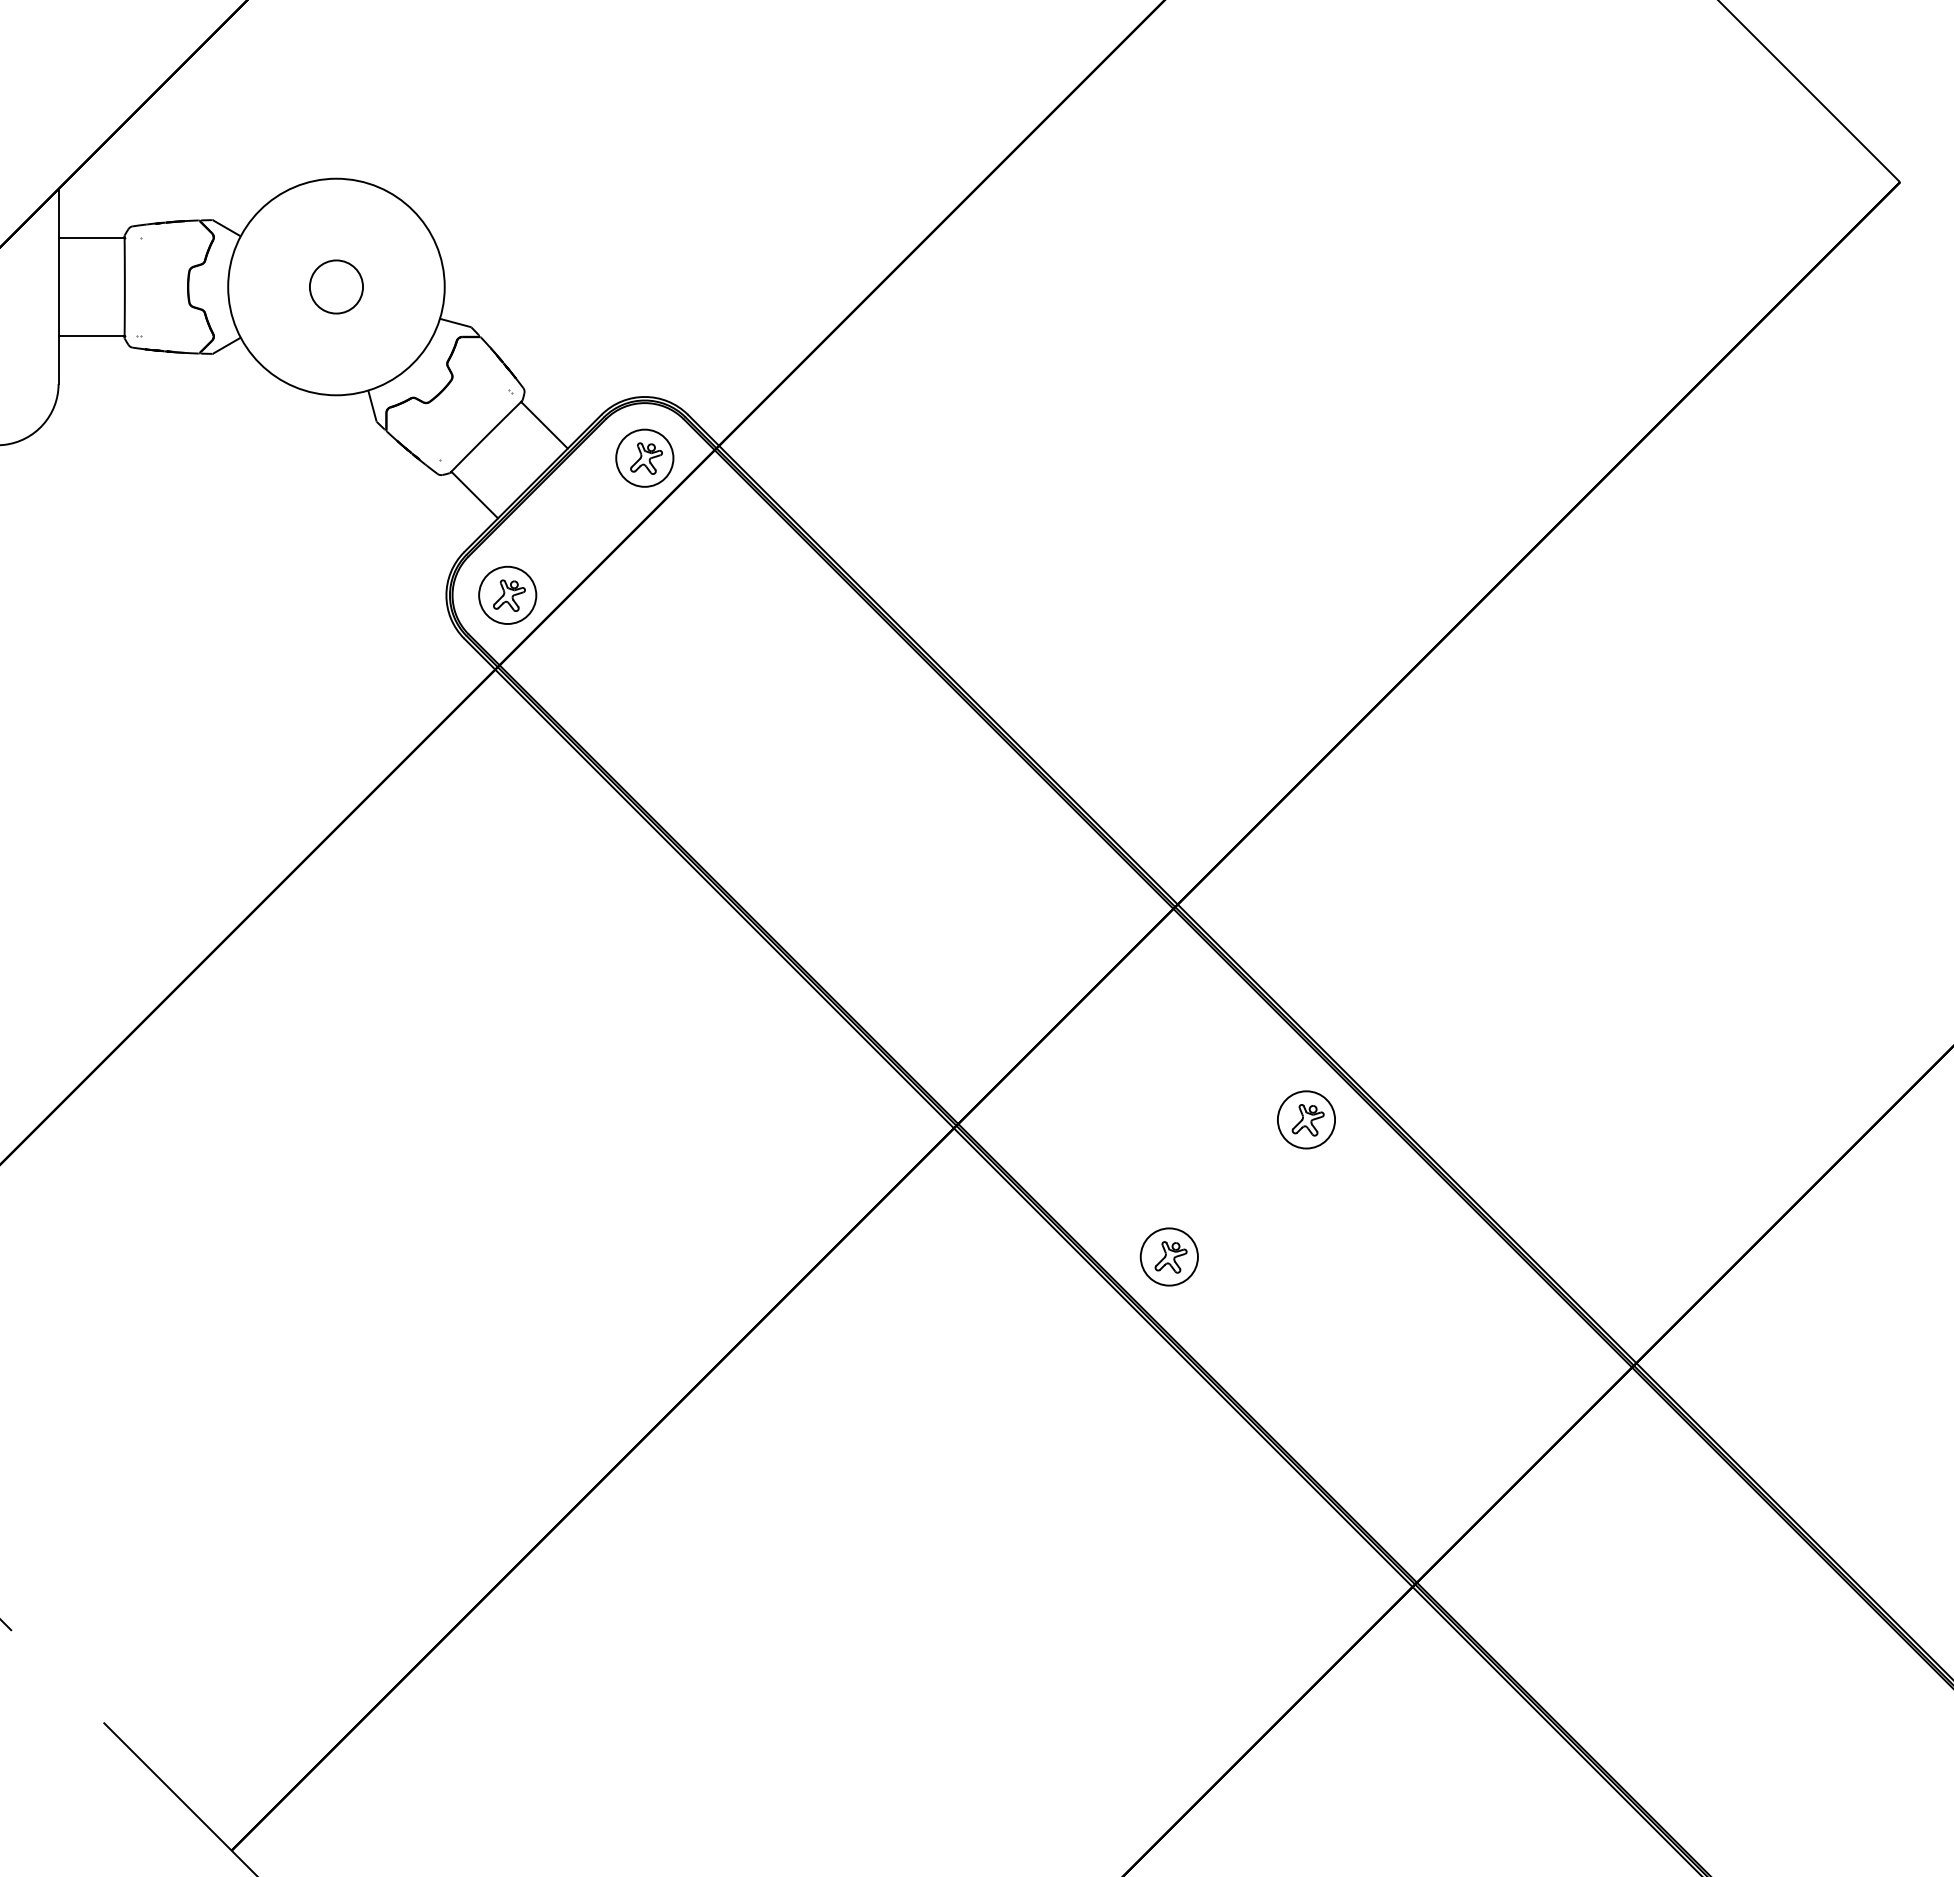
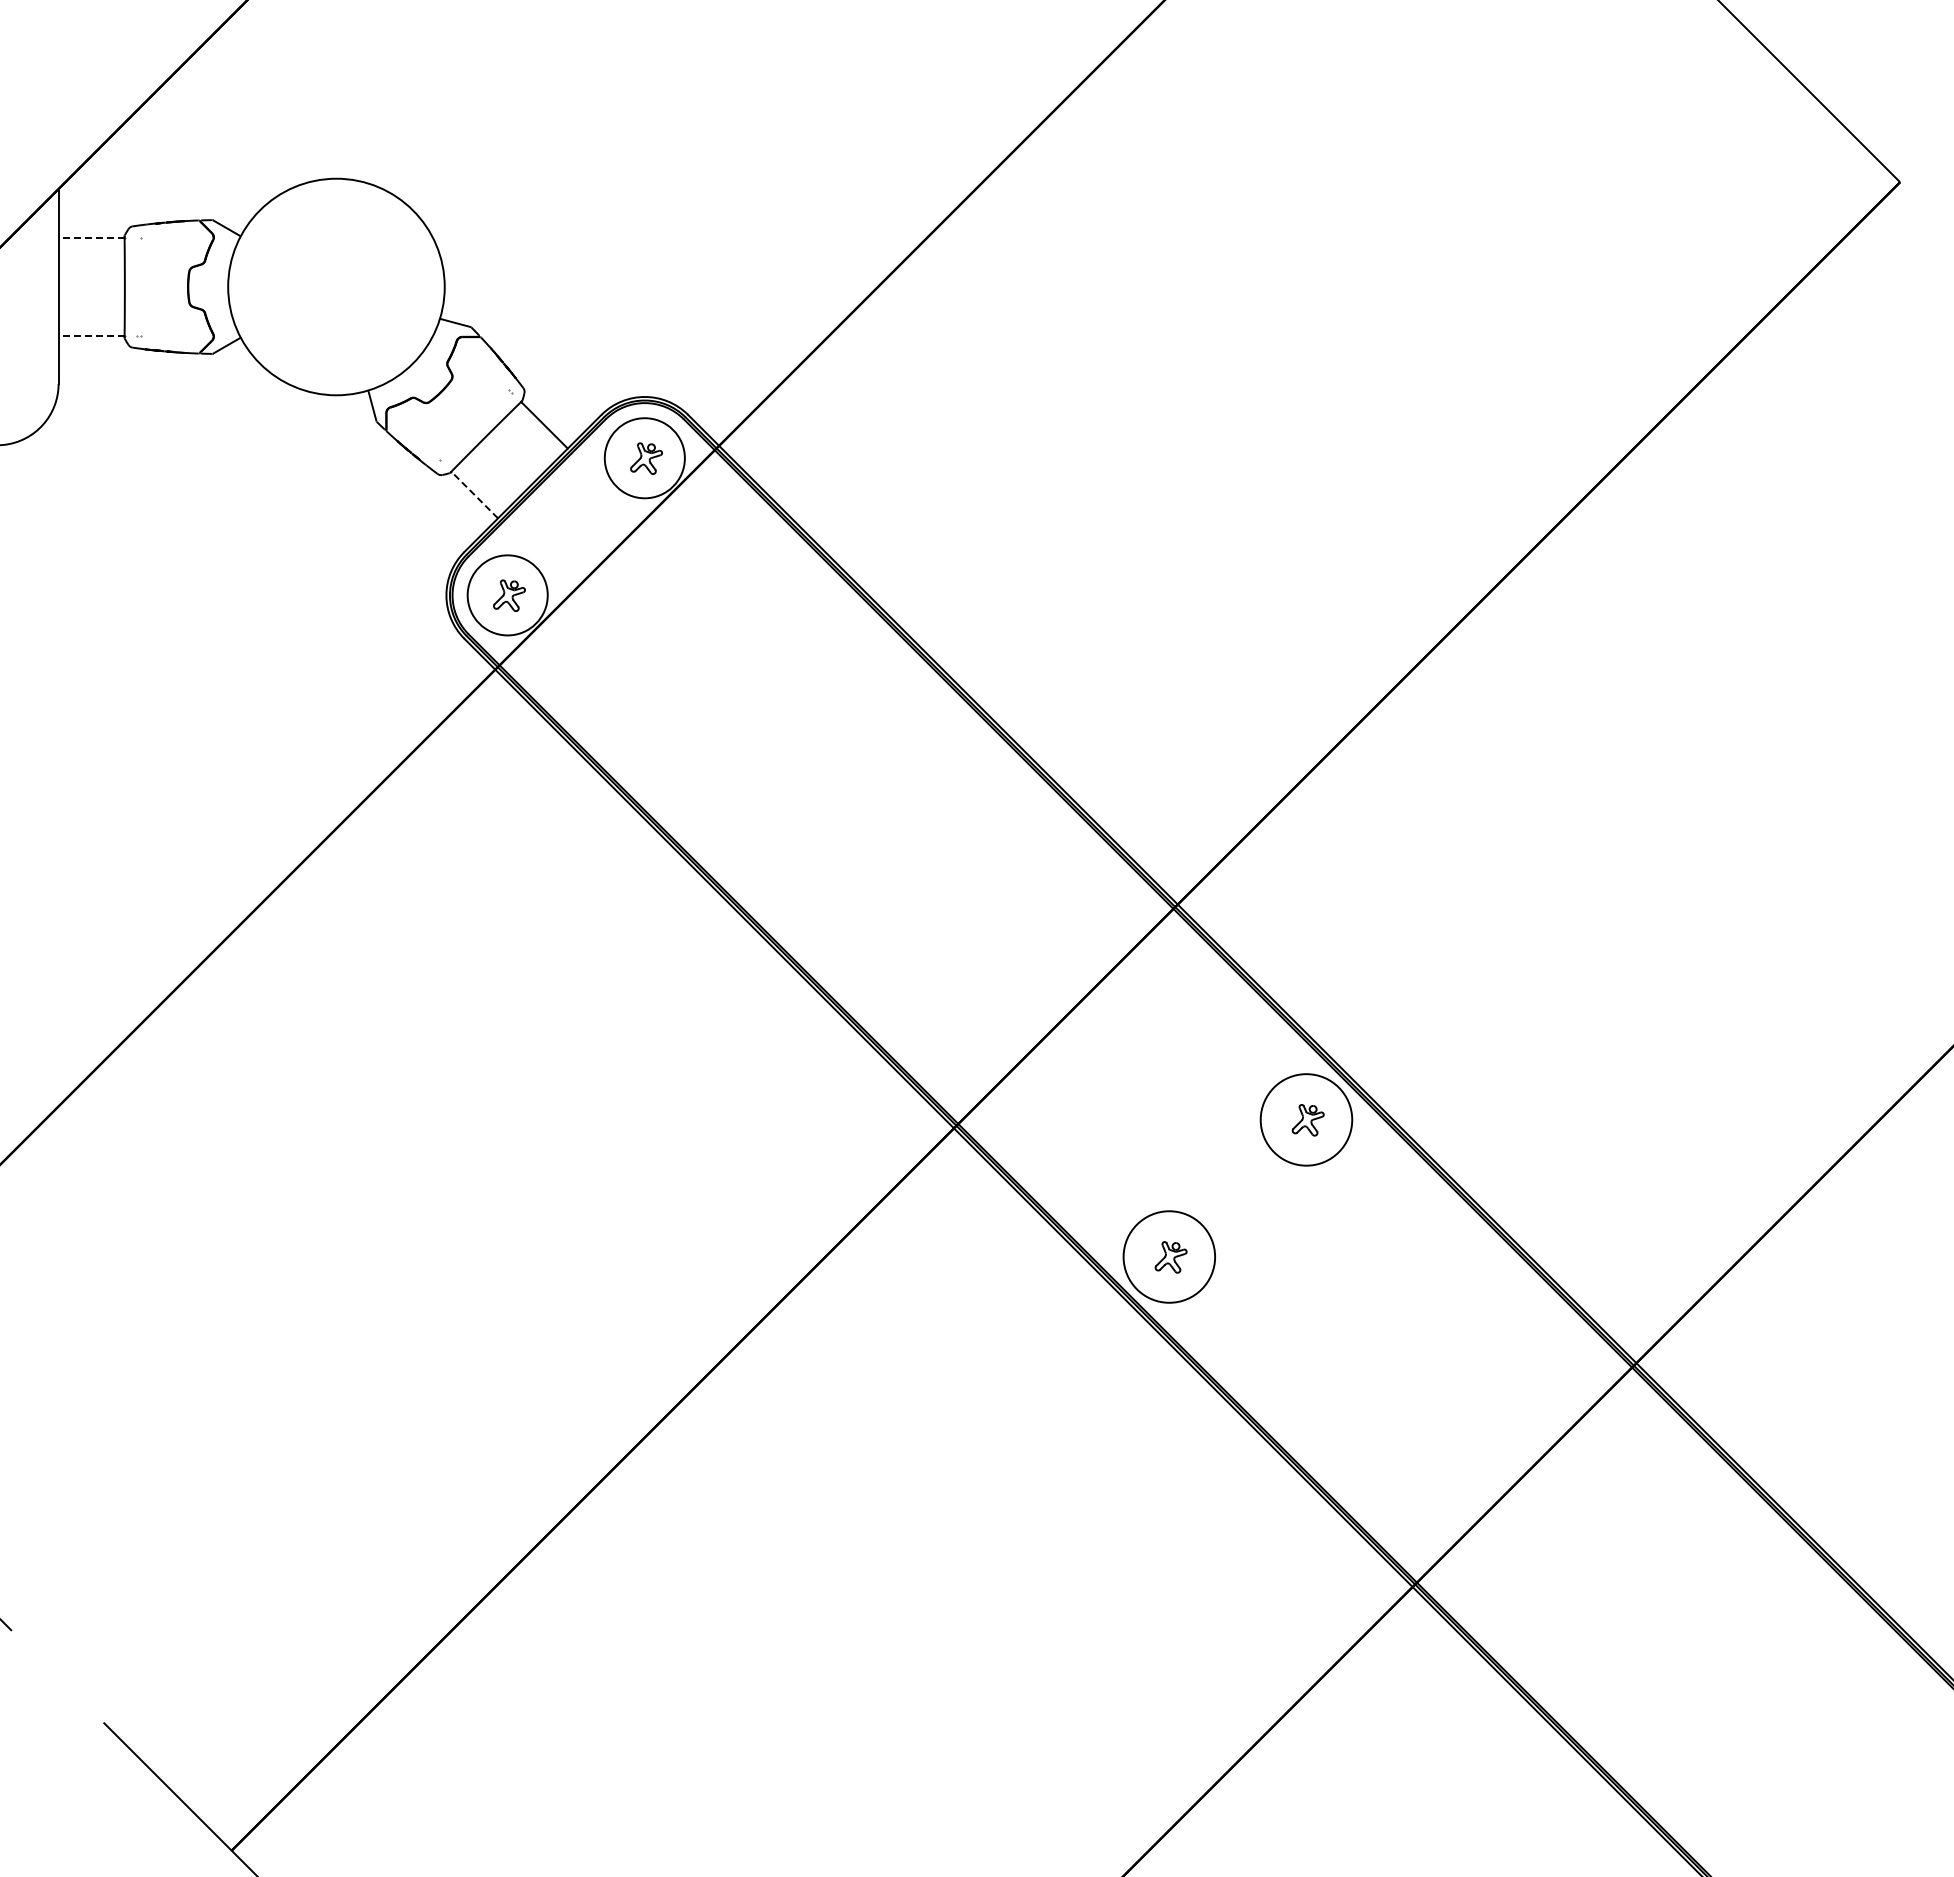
line at (91, 237): solid -> dashed
circle at (336, 286): present -> none
line at (91, 336): solid -> dashed
circle at (644, 457) diameter: 57 px -> 80 px
line at (474, 495): solid -> dashed
circle at (507, 595) diameter: 57 px -> 80 px
circle at (1306, 1119) diameter: 57 px -> 92 px
circle at (1168, 1256) diameter: 57 px -> 92 px
